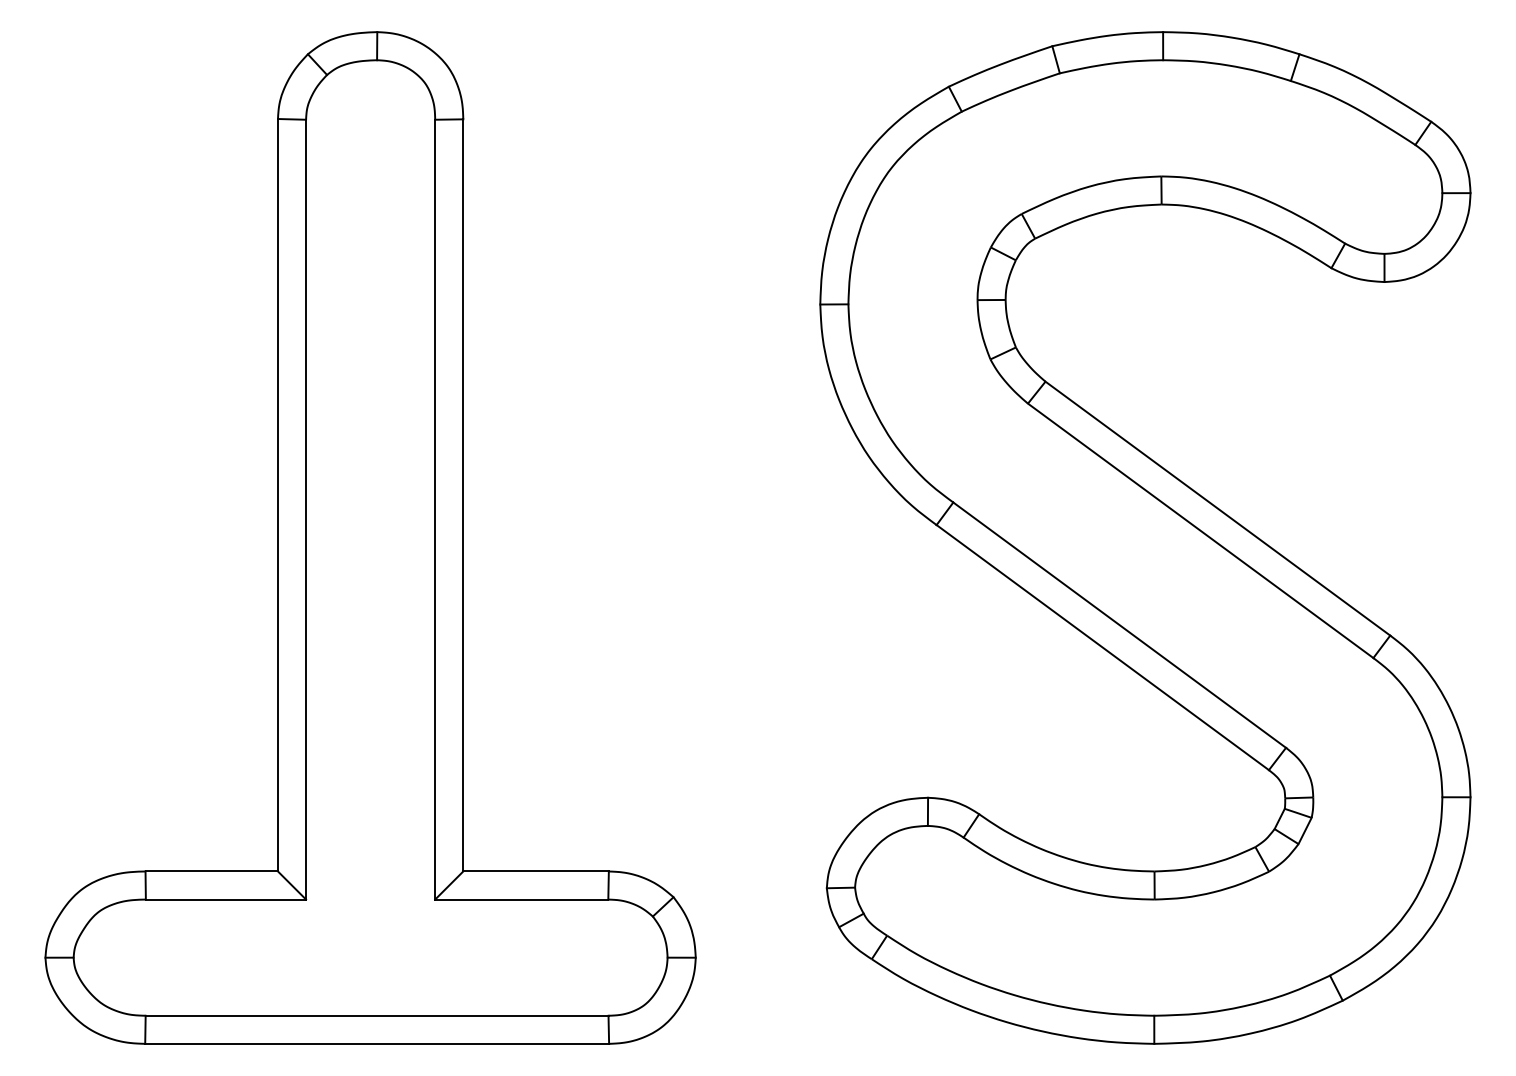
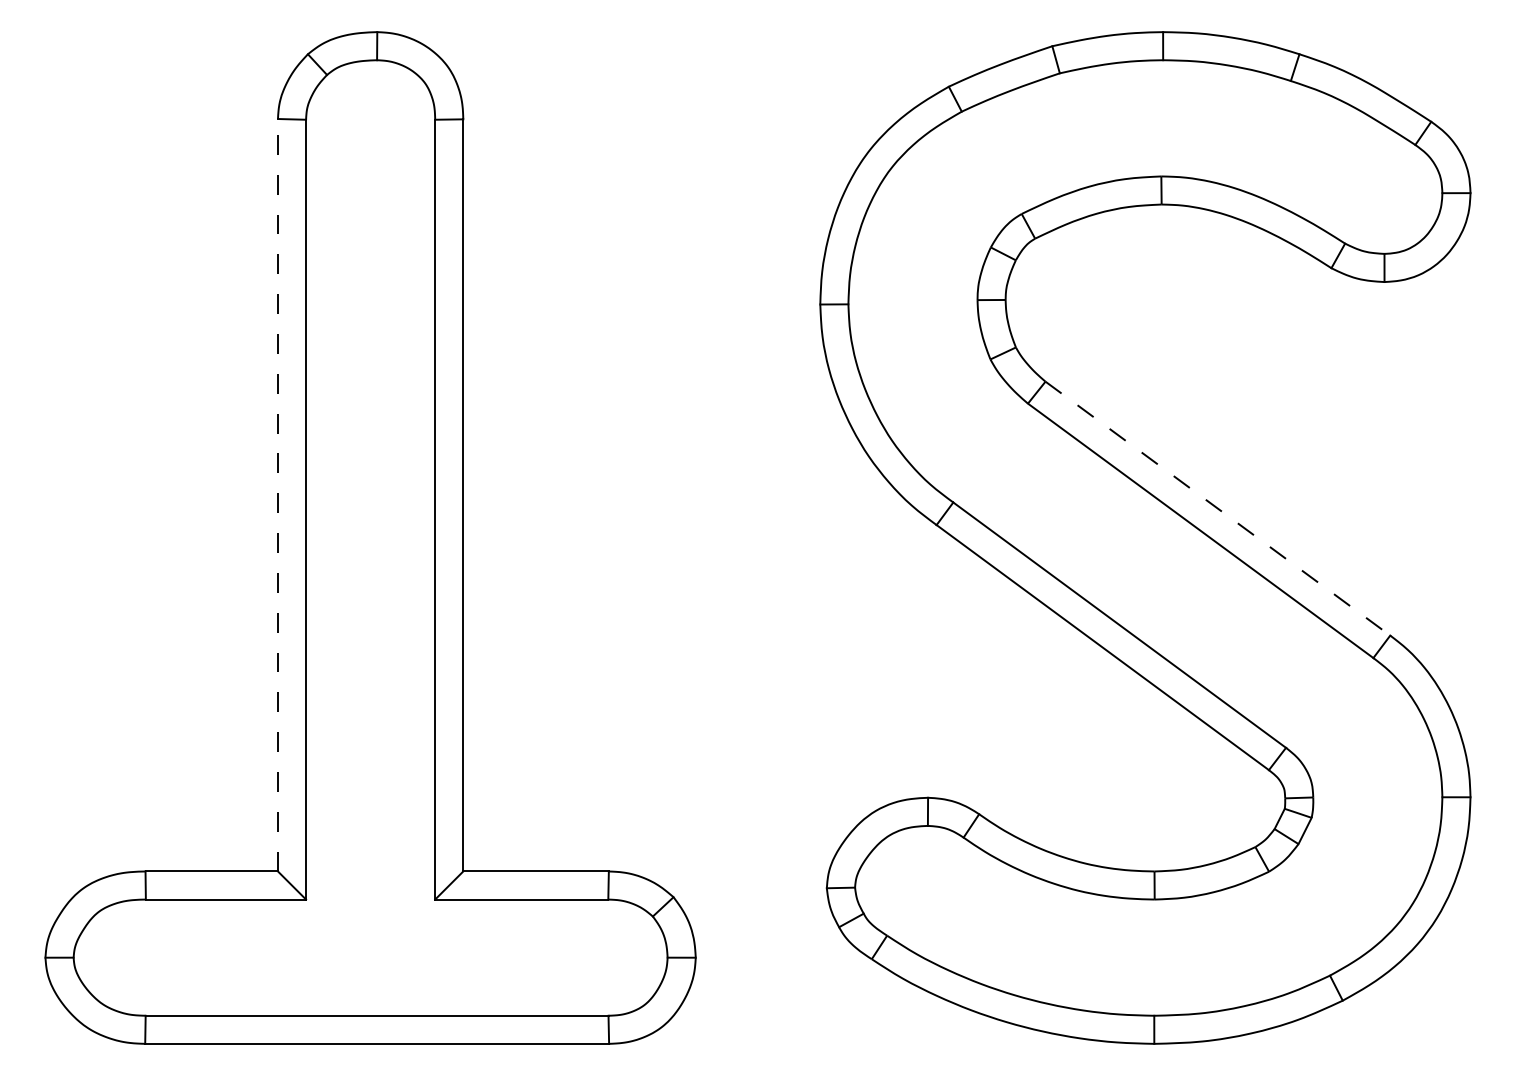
line at (277, 494): solid -> dashed
line at (1218, 508): solid -> dashed
